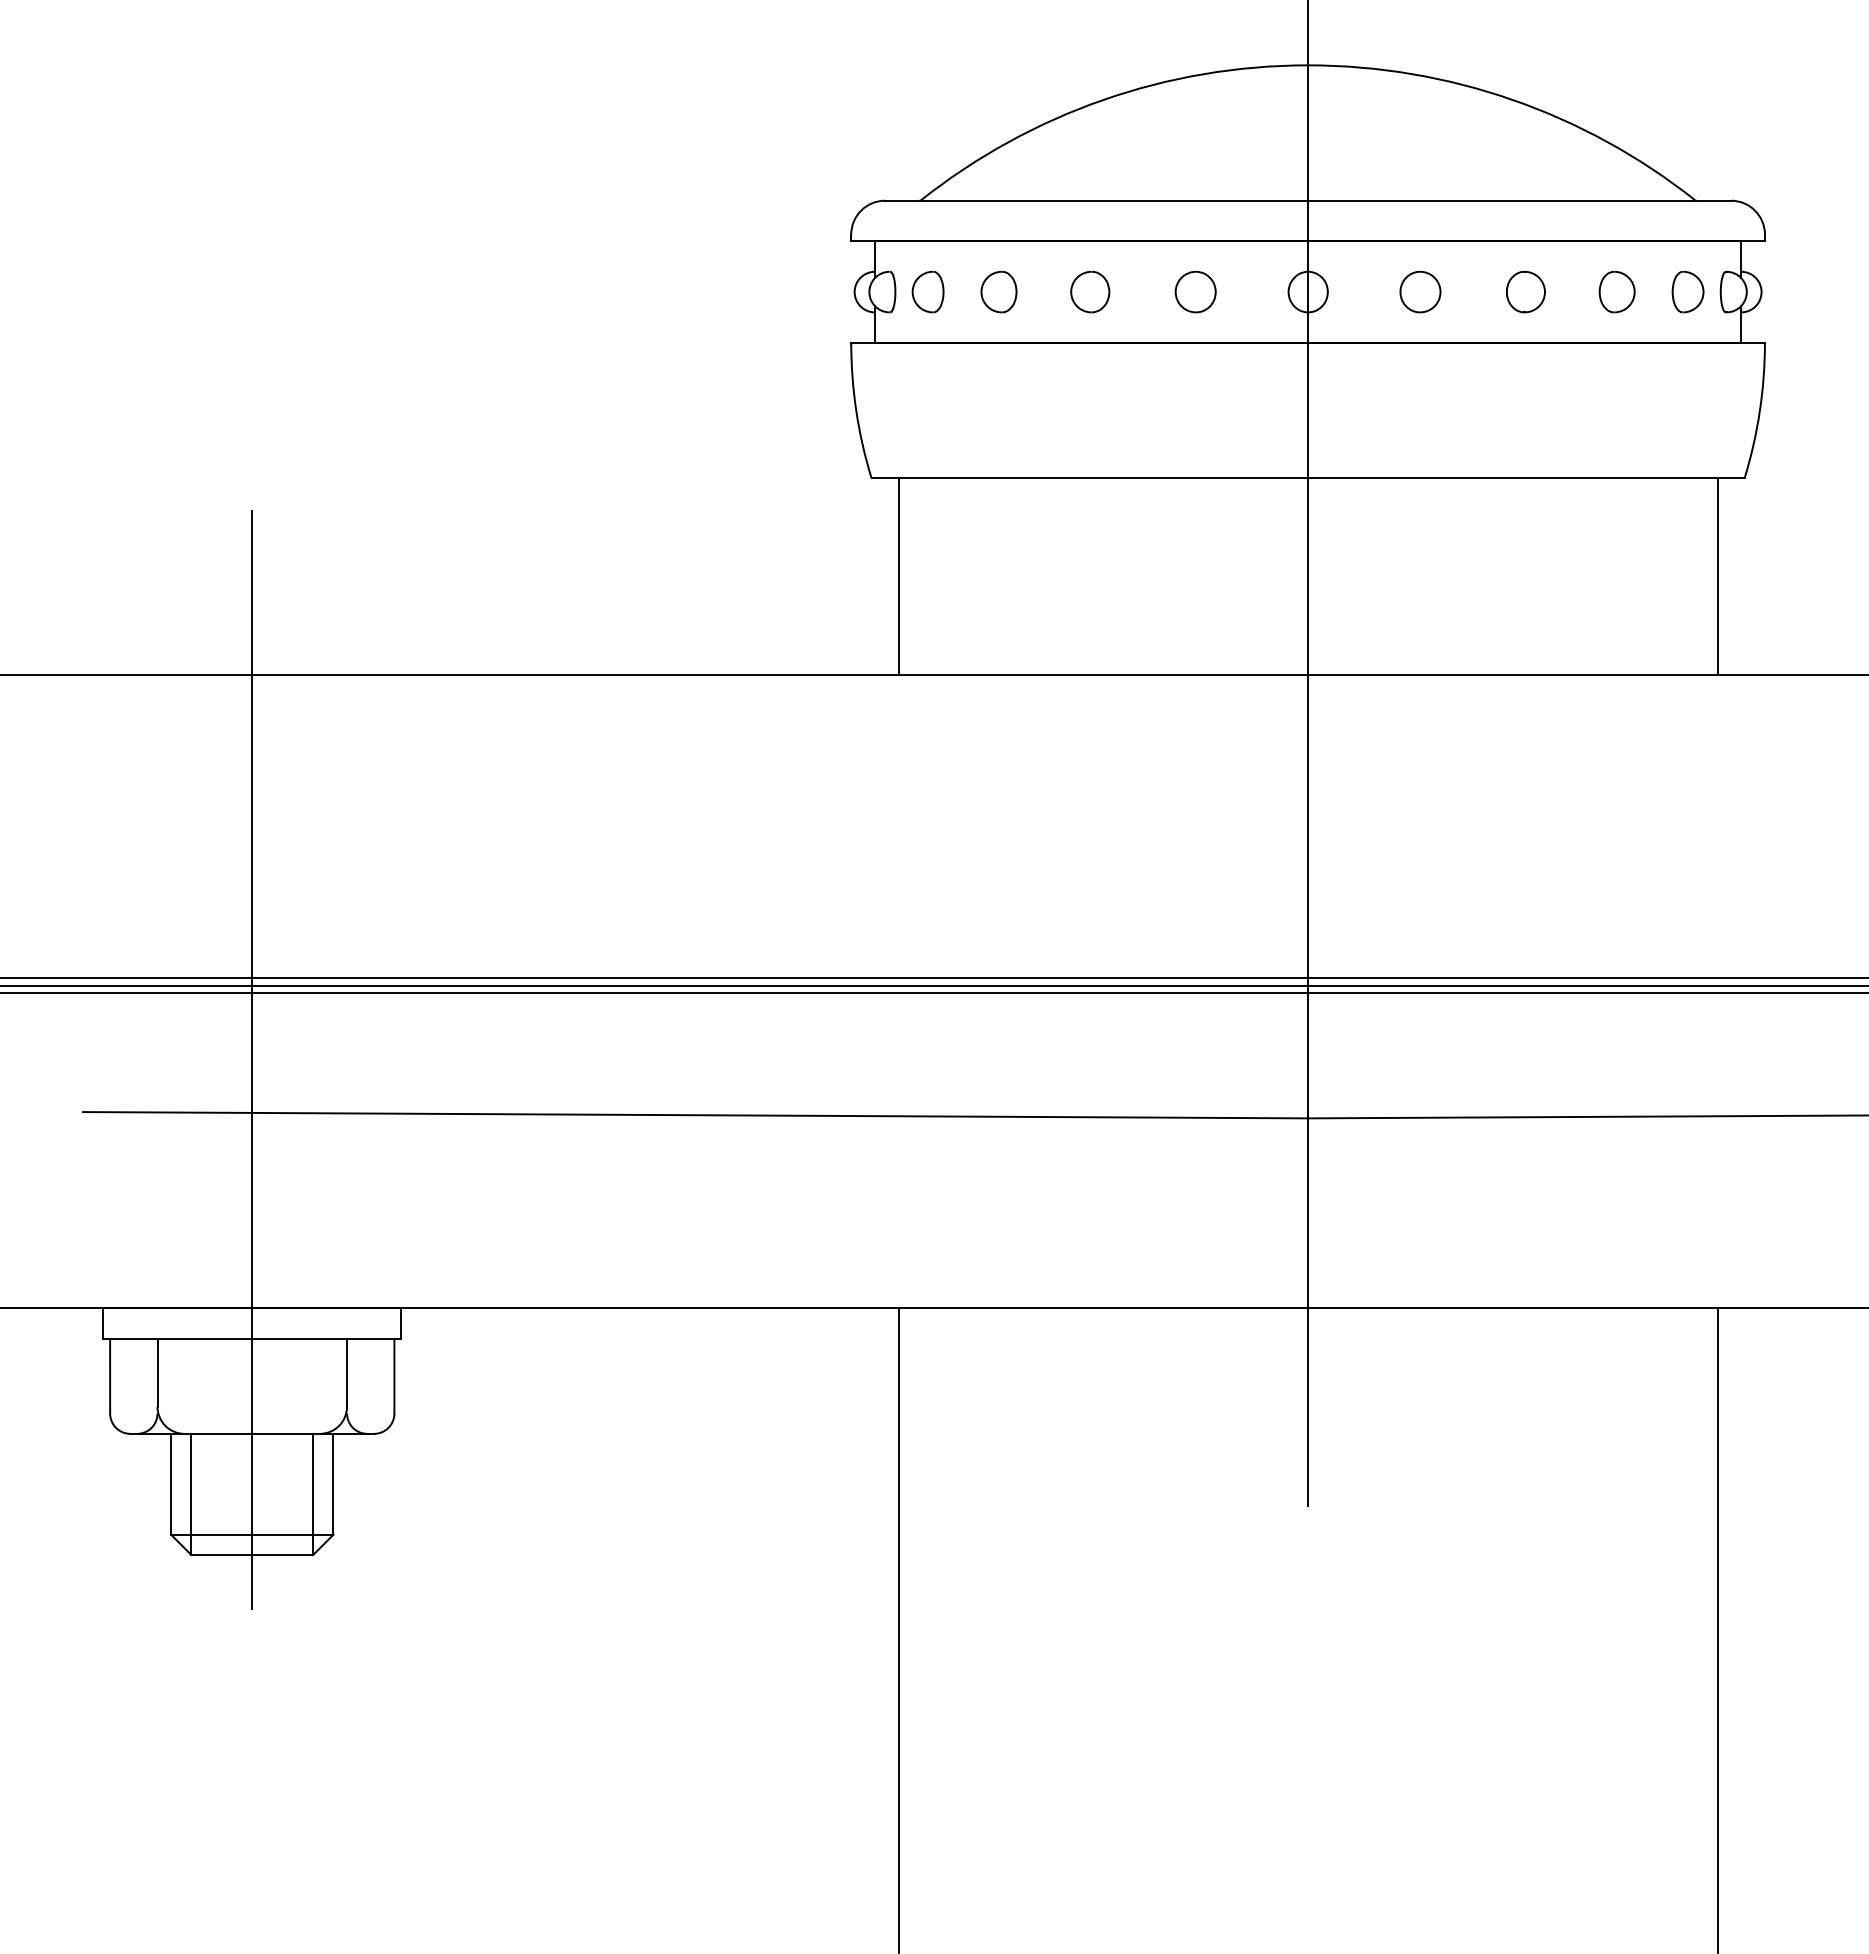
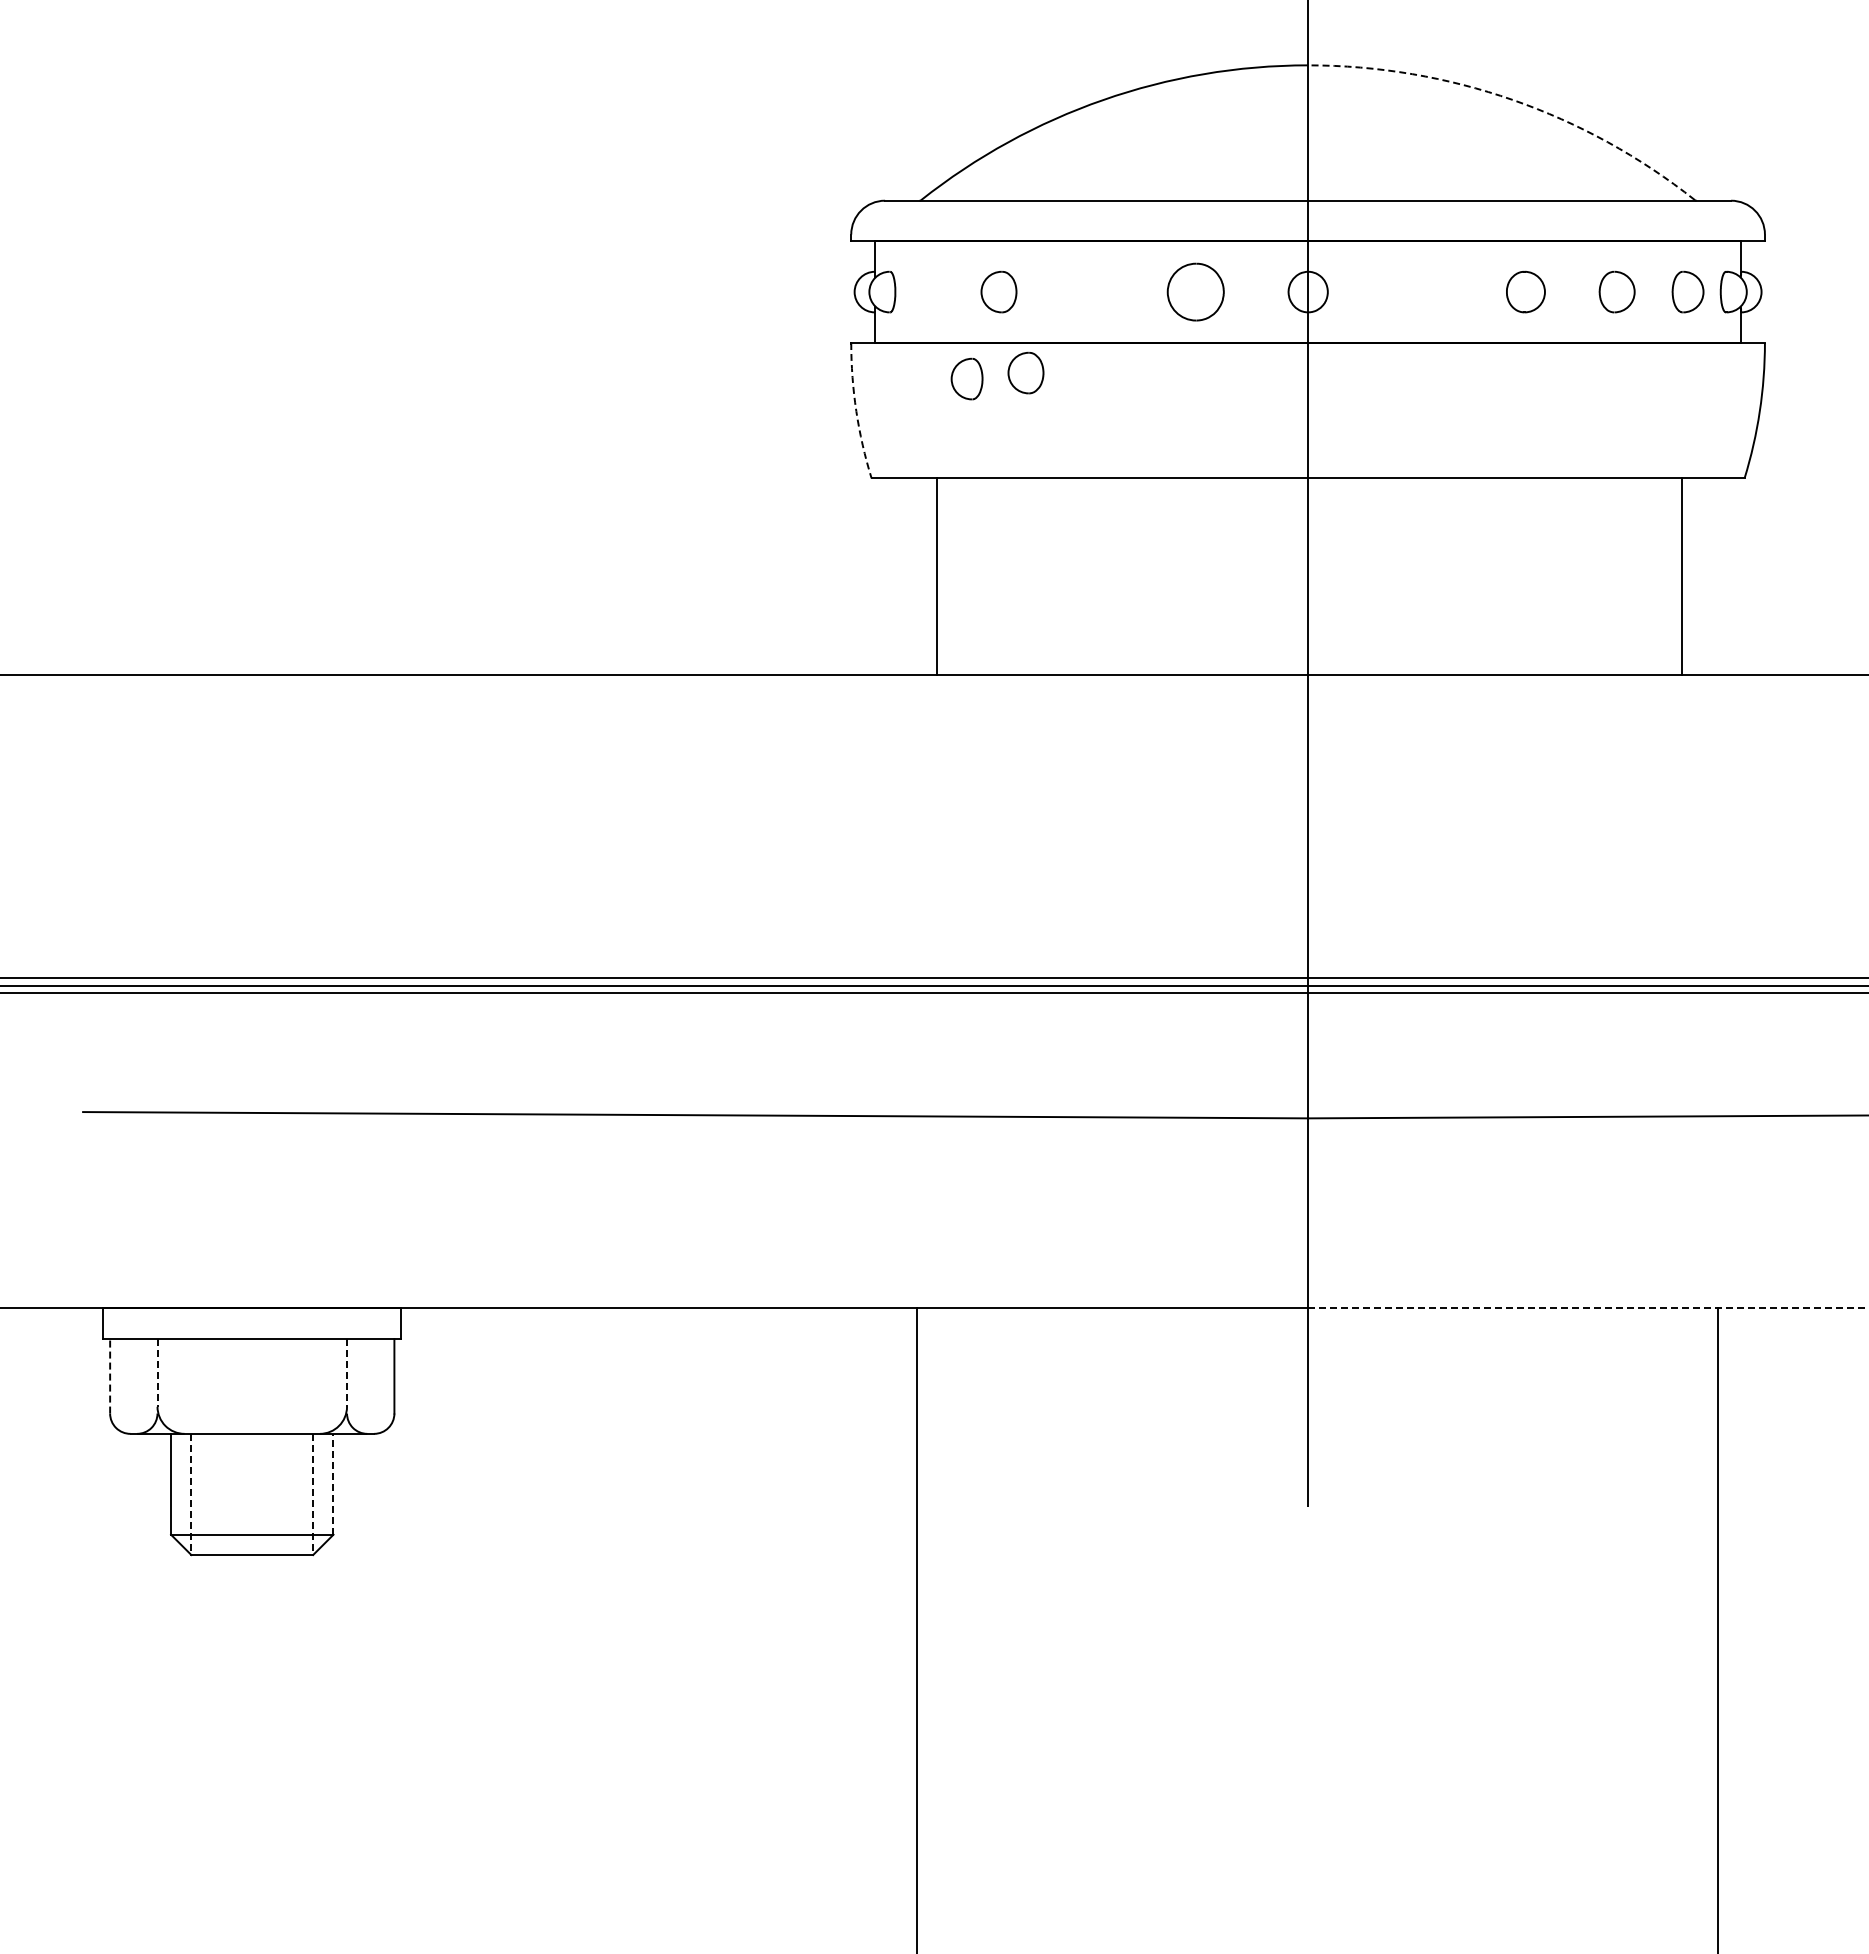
arc at (1512, 100): solid -> dashed
part at (927, 291) position: (927, 291) -> (966, 378)
part at (1090, 291): present -> none
part at (1195, 291) size: 43x44 px -> 59x60 px
part at (1420, 291): present -> none
part at (1025, 372): none -> present
arc at (856, 411): solid -> dashed
line at (898, 576) position: (898, 576) -> (936, 576)
line at (1717, 576) position: (1717, 576) -> (1681, 576)
line at (252, 1059): present -> none
line at (1588, 1307): solid -> dashed
line at (157, 1372): solid -> dashed
line at (347, 1372): solid -> dashed
line at (110, 1375): solid -> dashed
line at (333, 1483): solid -> dashed
line at (191, 1494): solid -> dashed
line at (313, 1494): solid -> dashed
line at (898, 1628) position: (898, 1628) -> (916, 1628)
